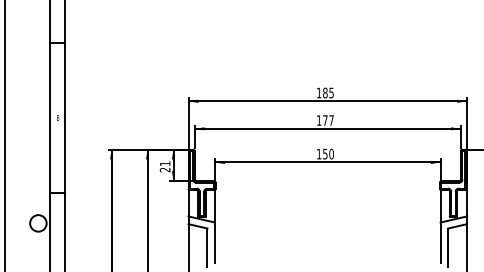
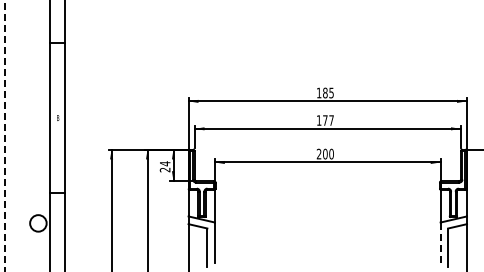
line at (5, 135): solid -> dashed
text at (321, 153): 150 -> 200
text at (165, 163): 21 -> 24
line at (440, 243): solid -> dashed
